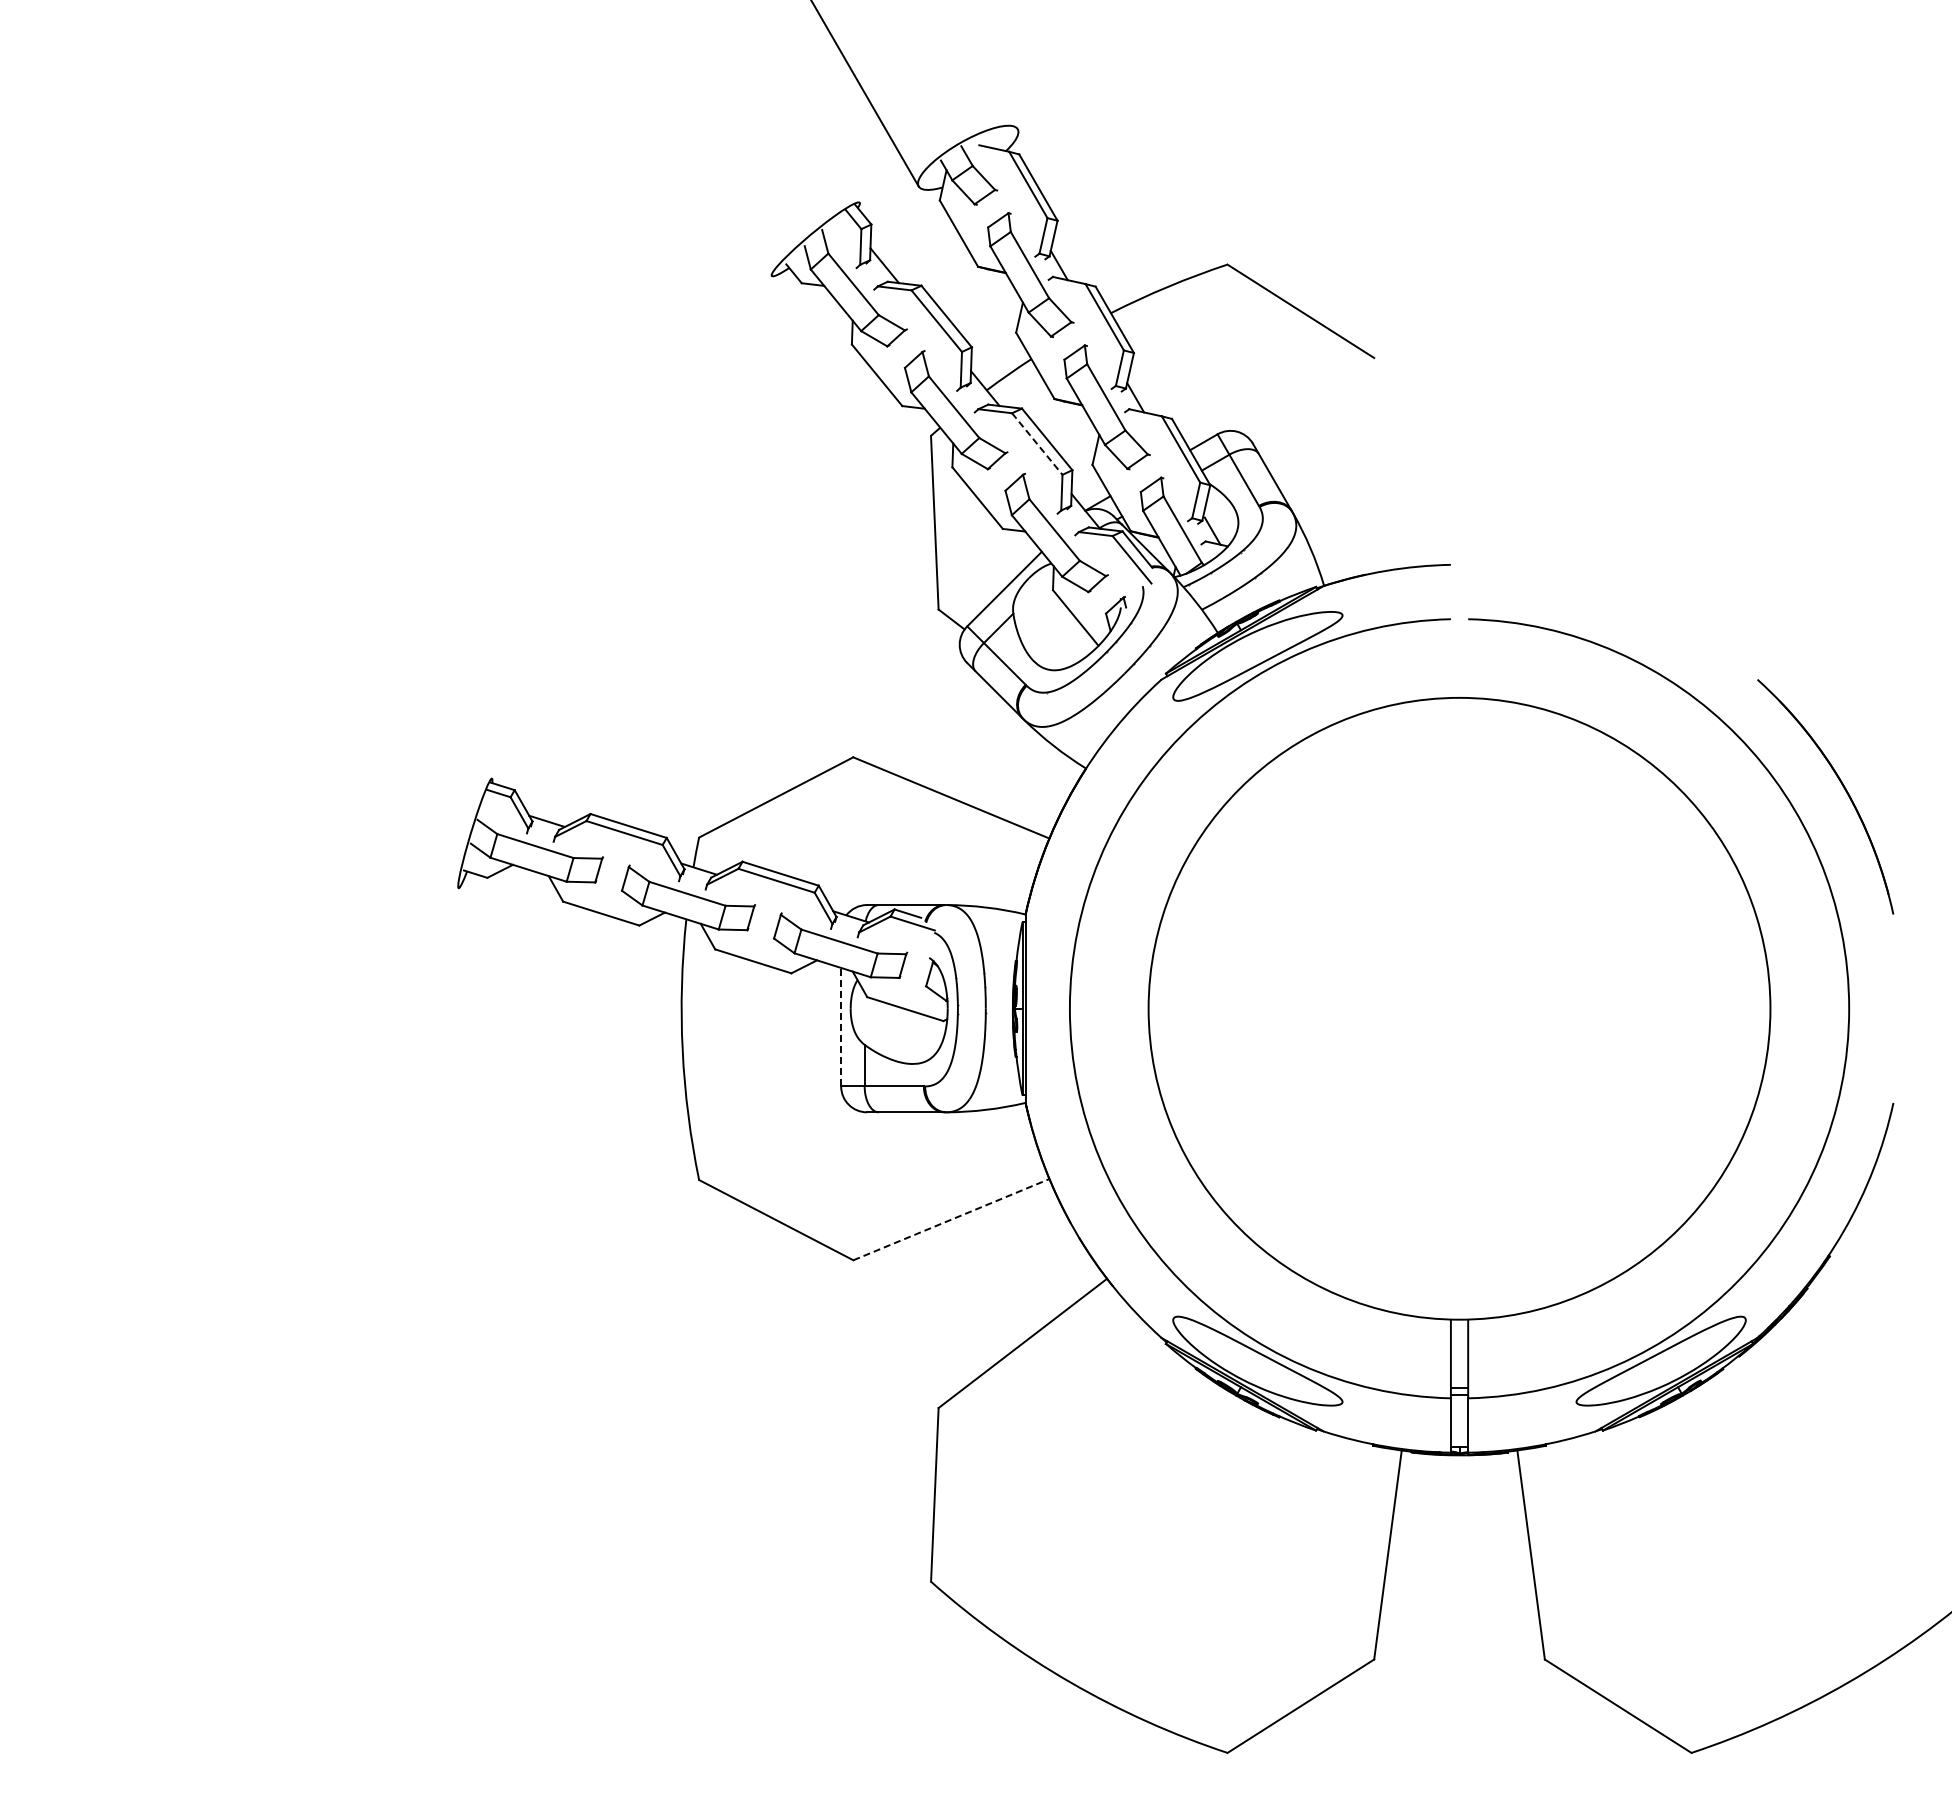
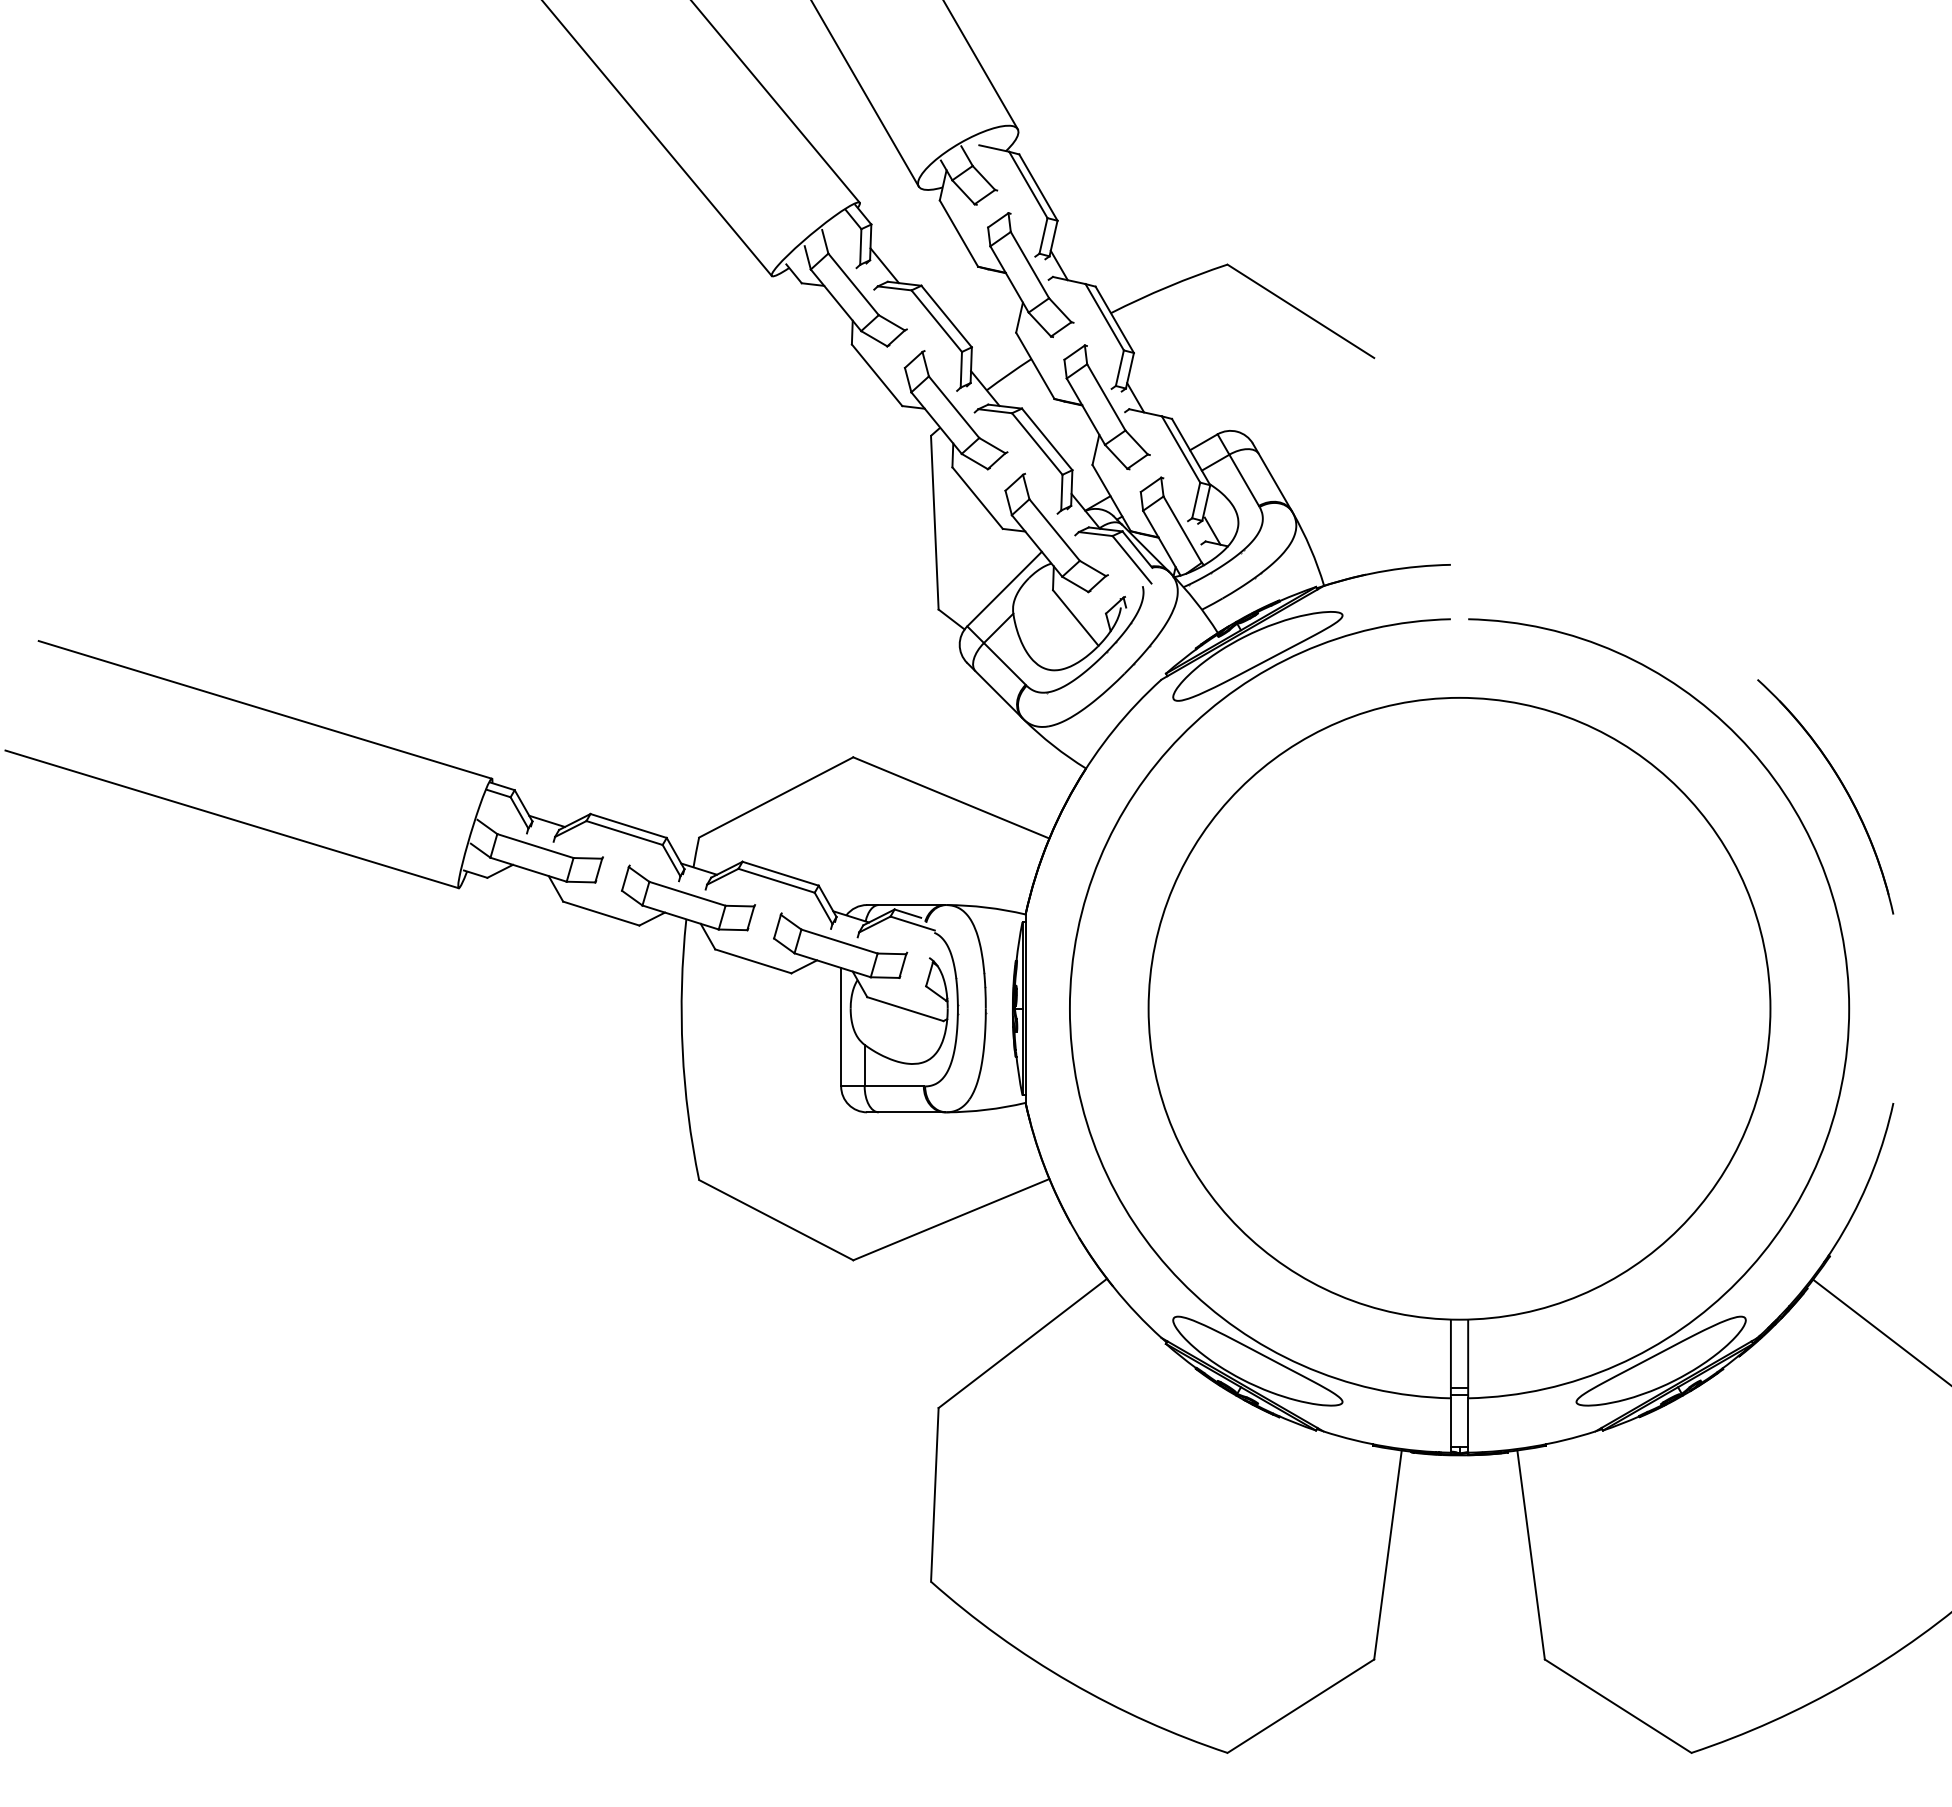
line at (980, 65): none -> present
line at (776, 102): none -> present
line at (657, 139): none -> present
line at (1037, 444): dashed -> solid
line at (264, 709): none -> present
line at (231, 819): none -> present
line at (841, 1026): dashed -> solid
line at (951, 1219): dashed -> solid
line at (1880, 1331): none -> present
